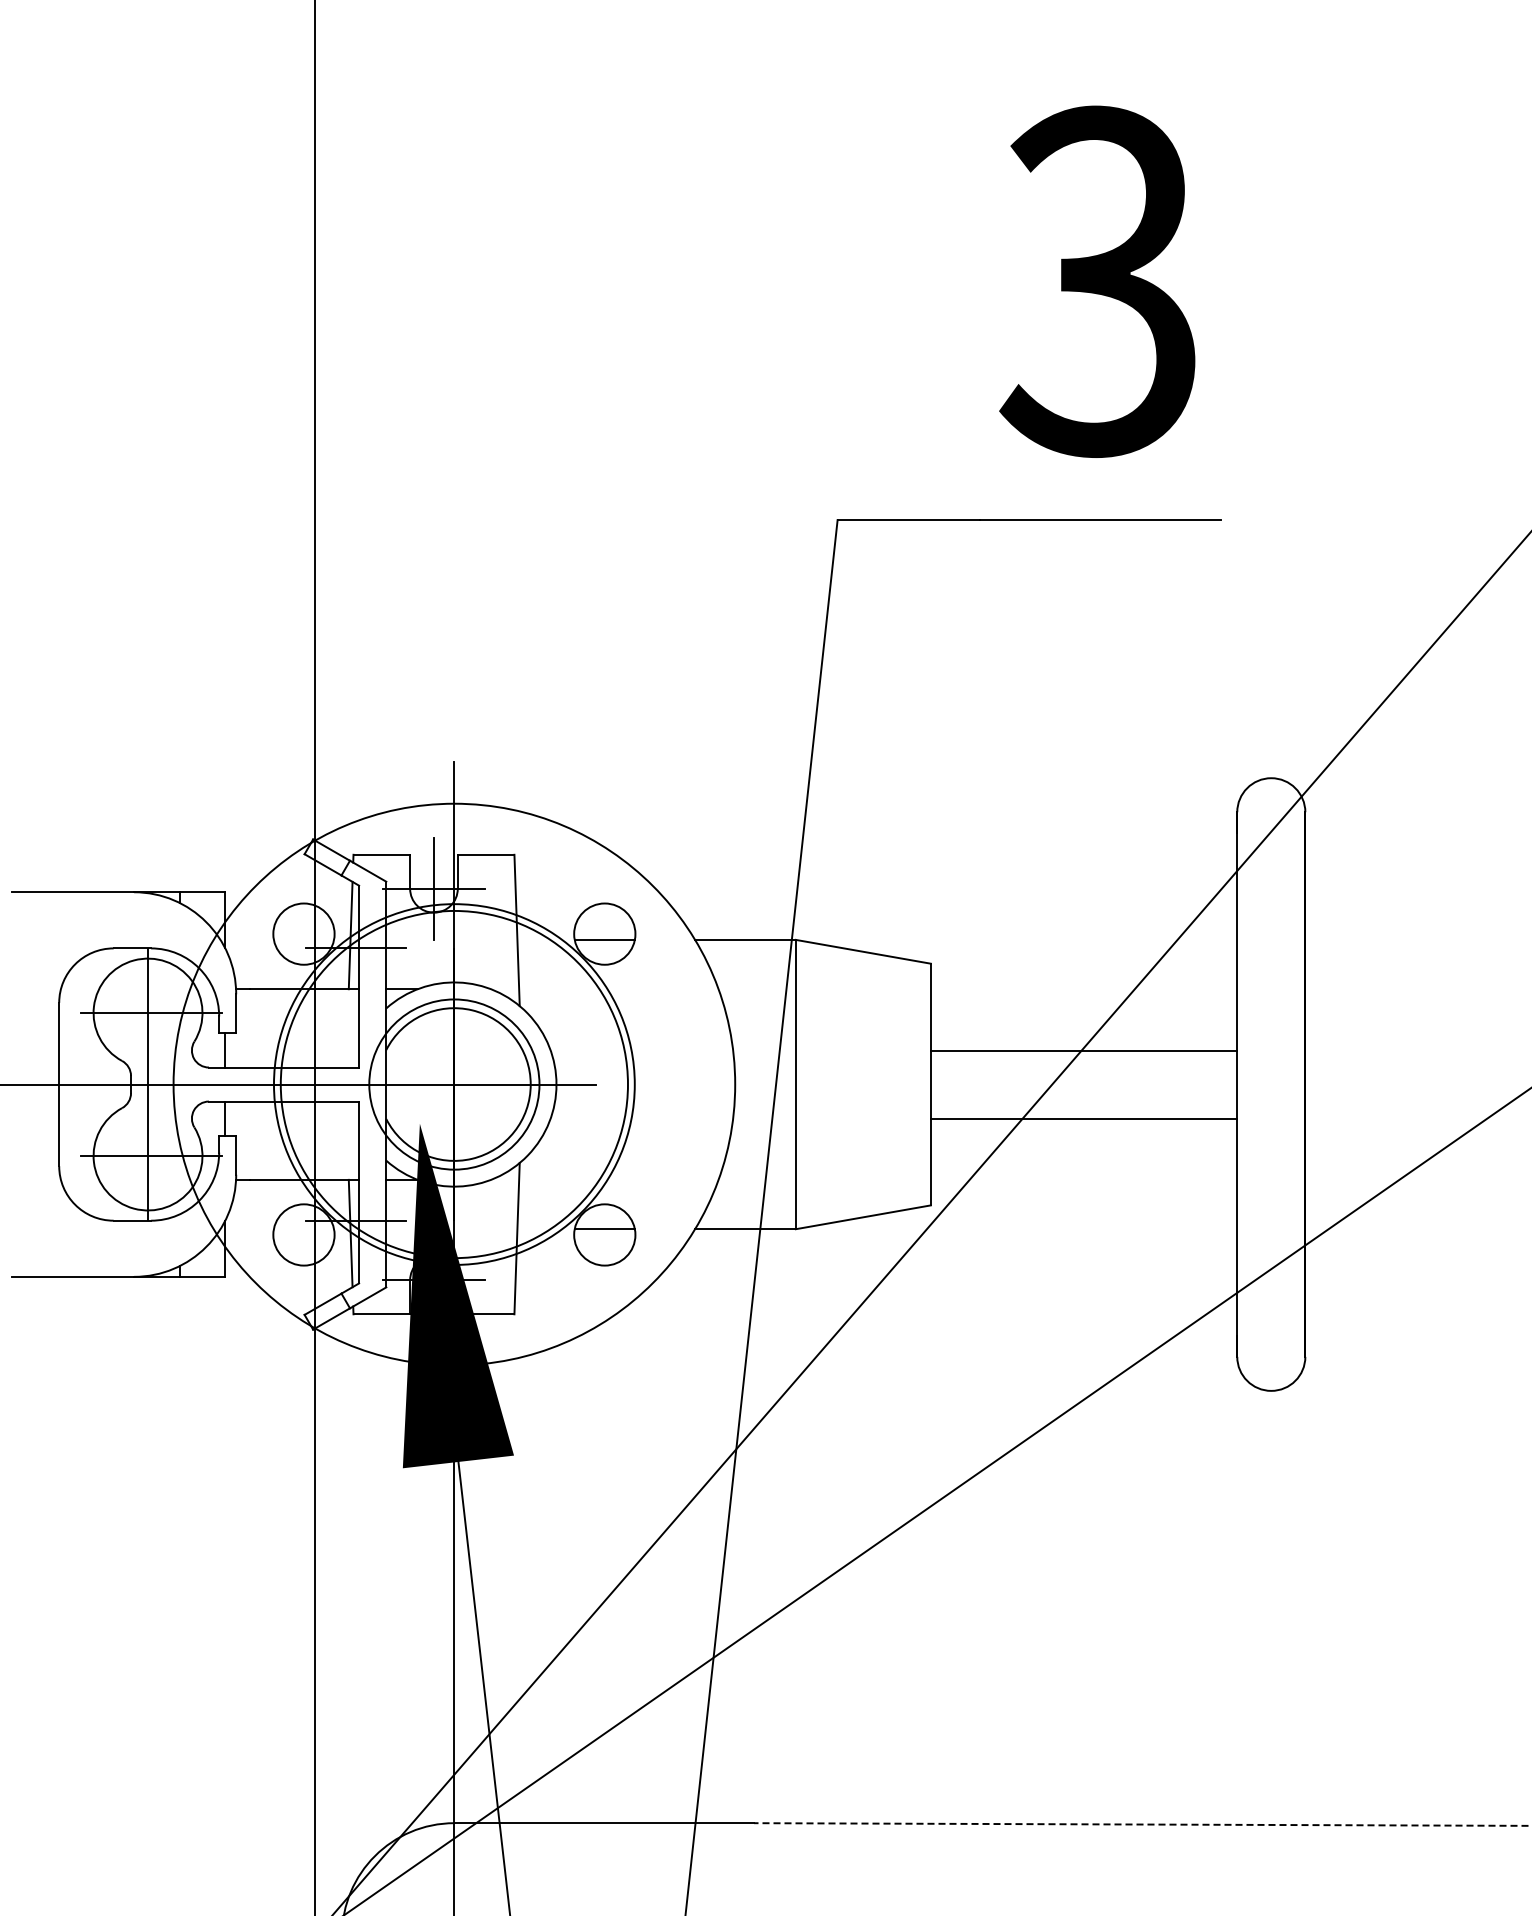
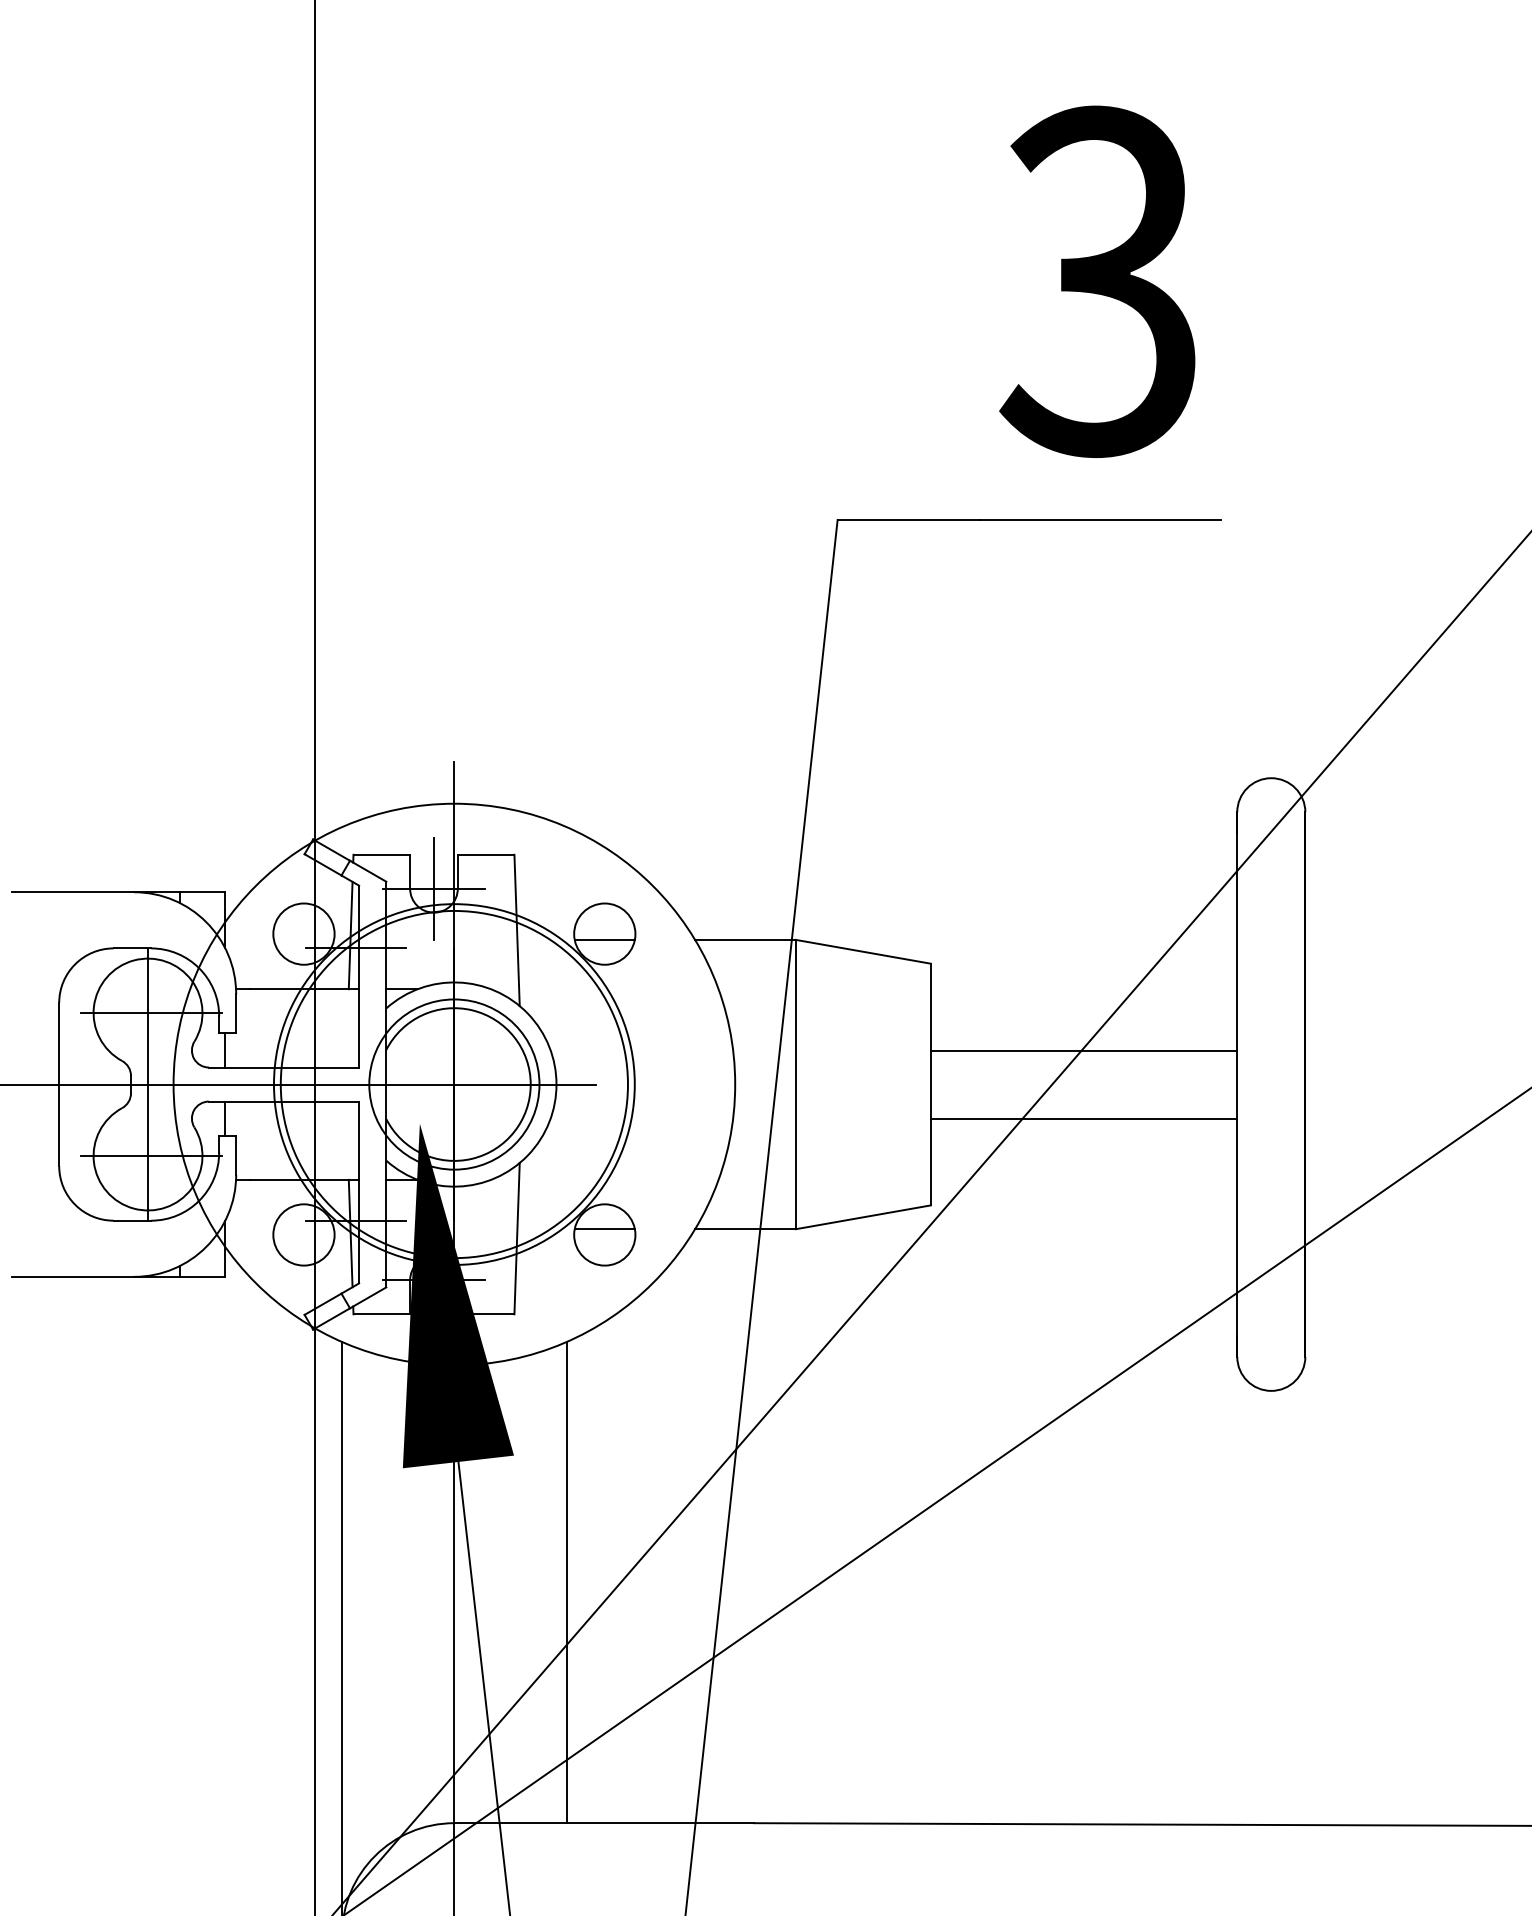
line at (566, 1582): none -> present
line at (342, 1626): none -> present
line at (1142, 1824): dashed -> solid
